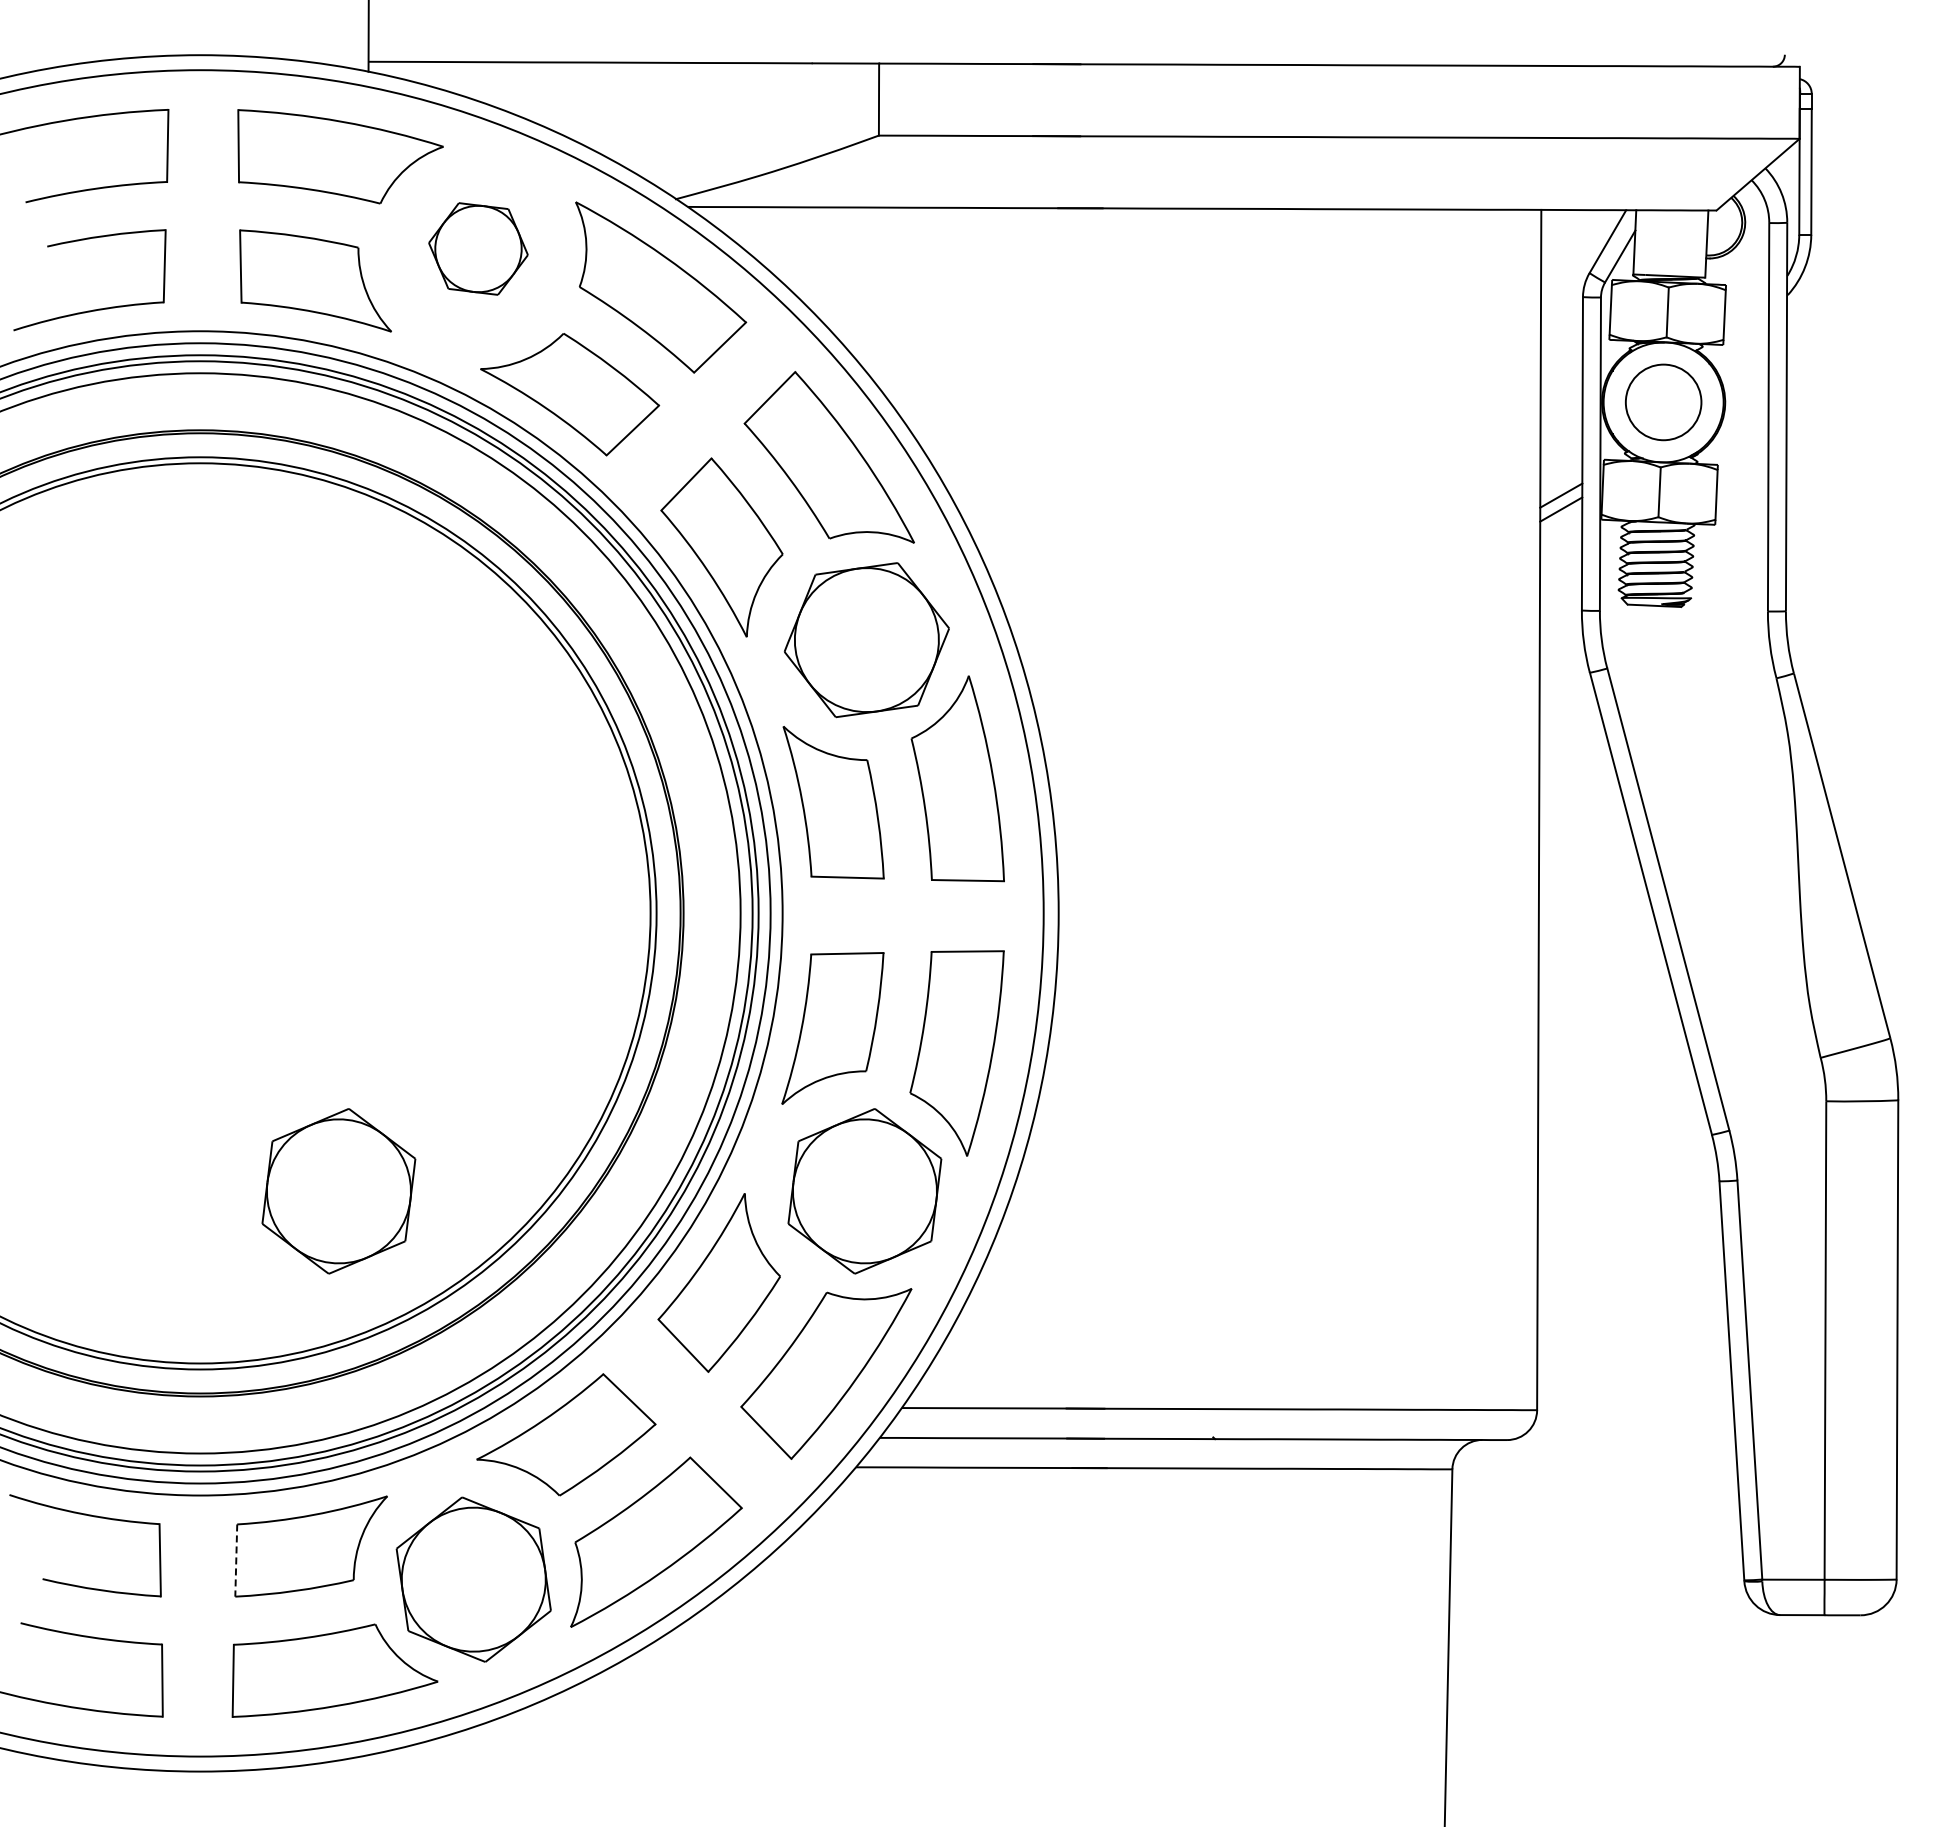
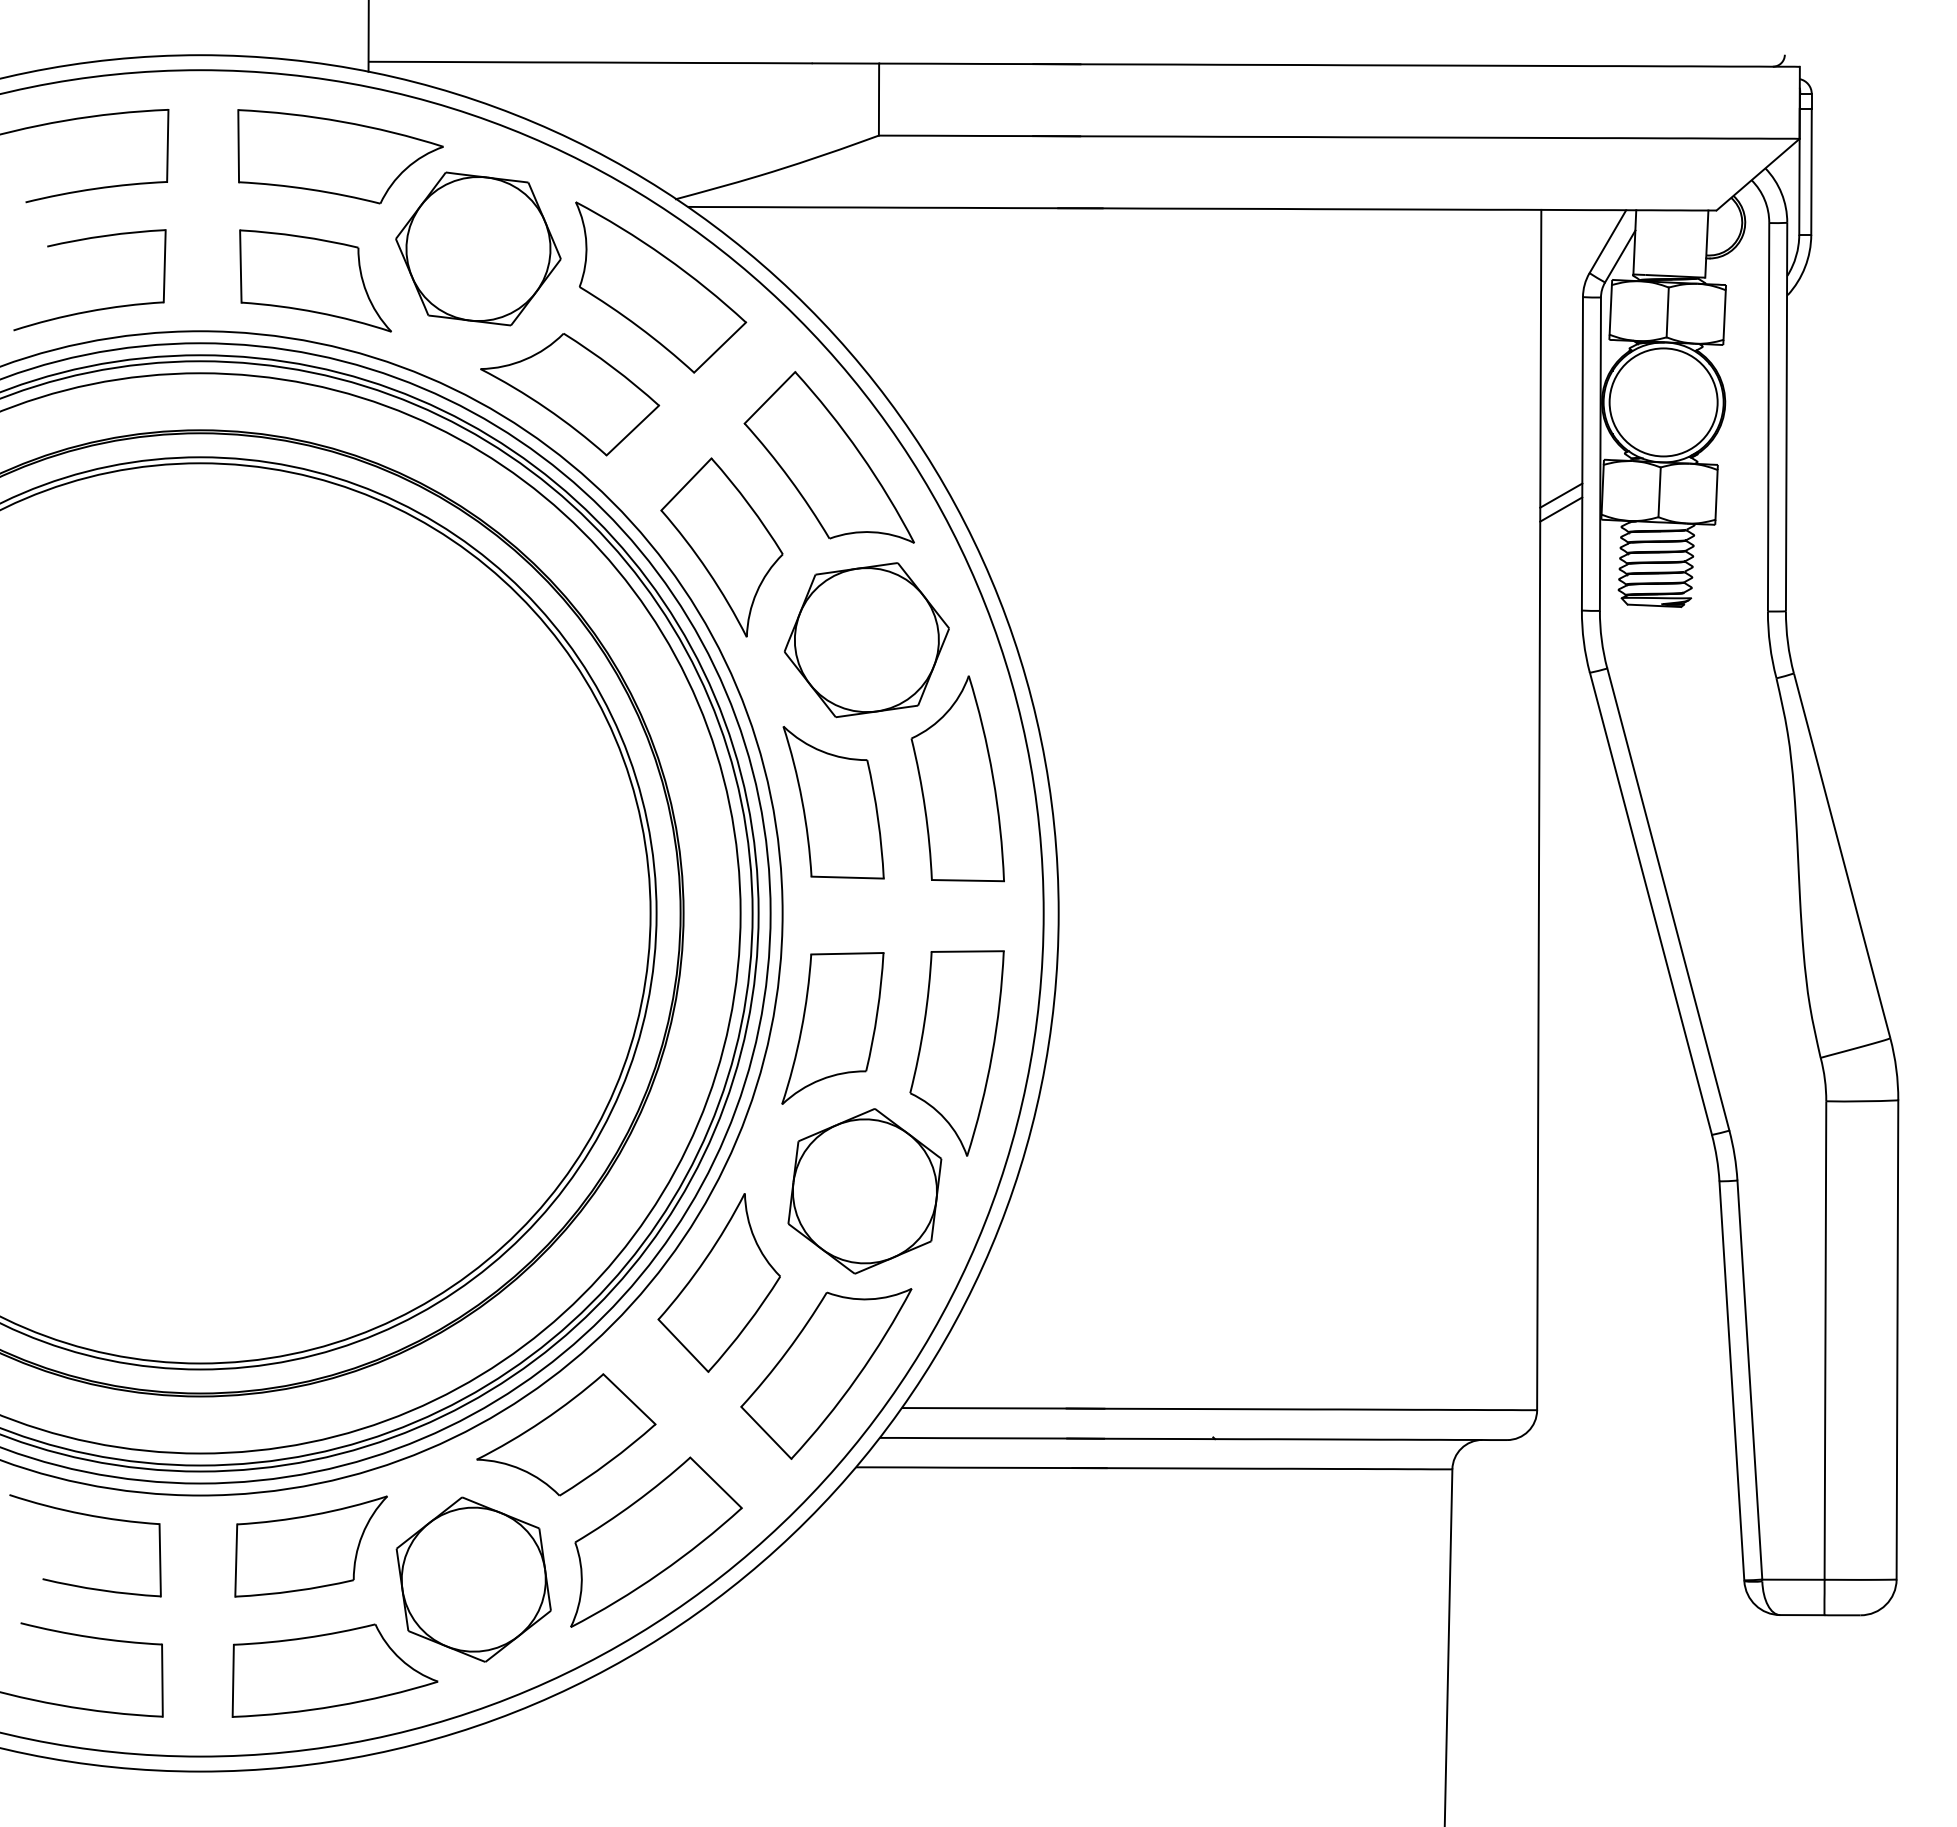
part at (478, 248) size: 101x94 px -> 167x156 px
circle at (1663, 402) diameter: 76 px -> 108 px
part at (338, 1191): present -> none
line at (236, 1561): dashed -> solid
